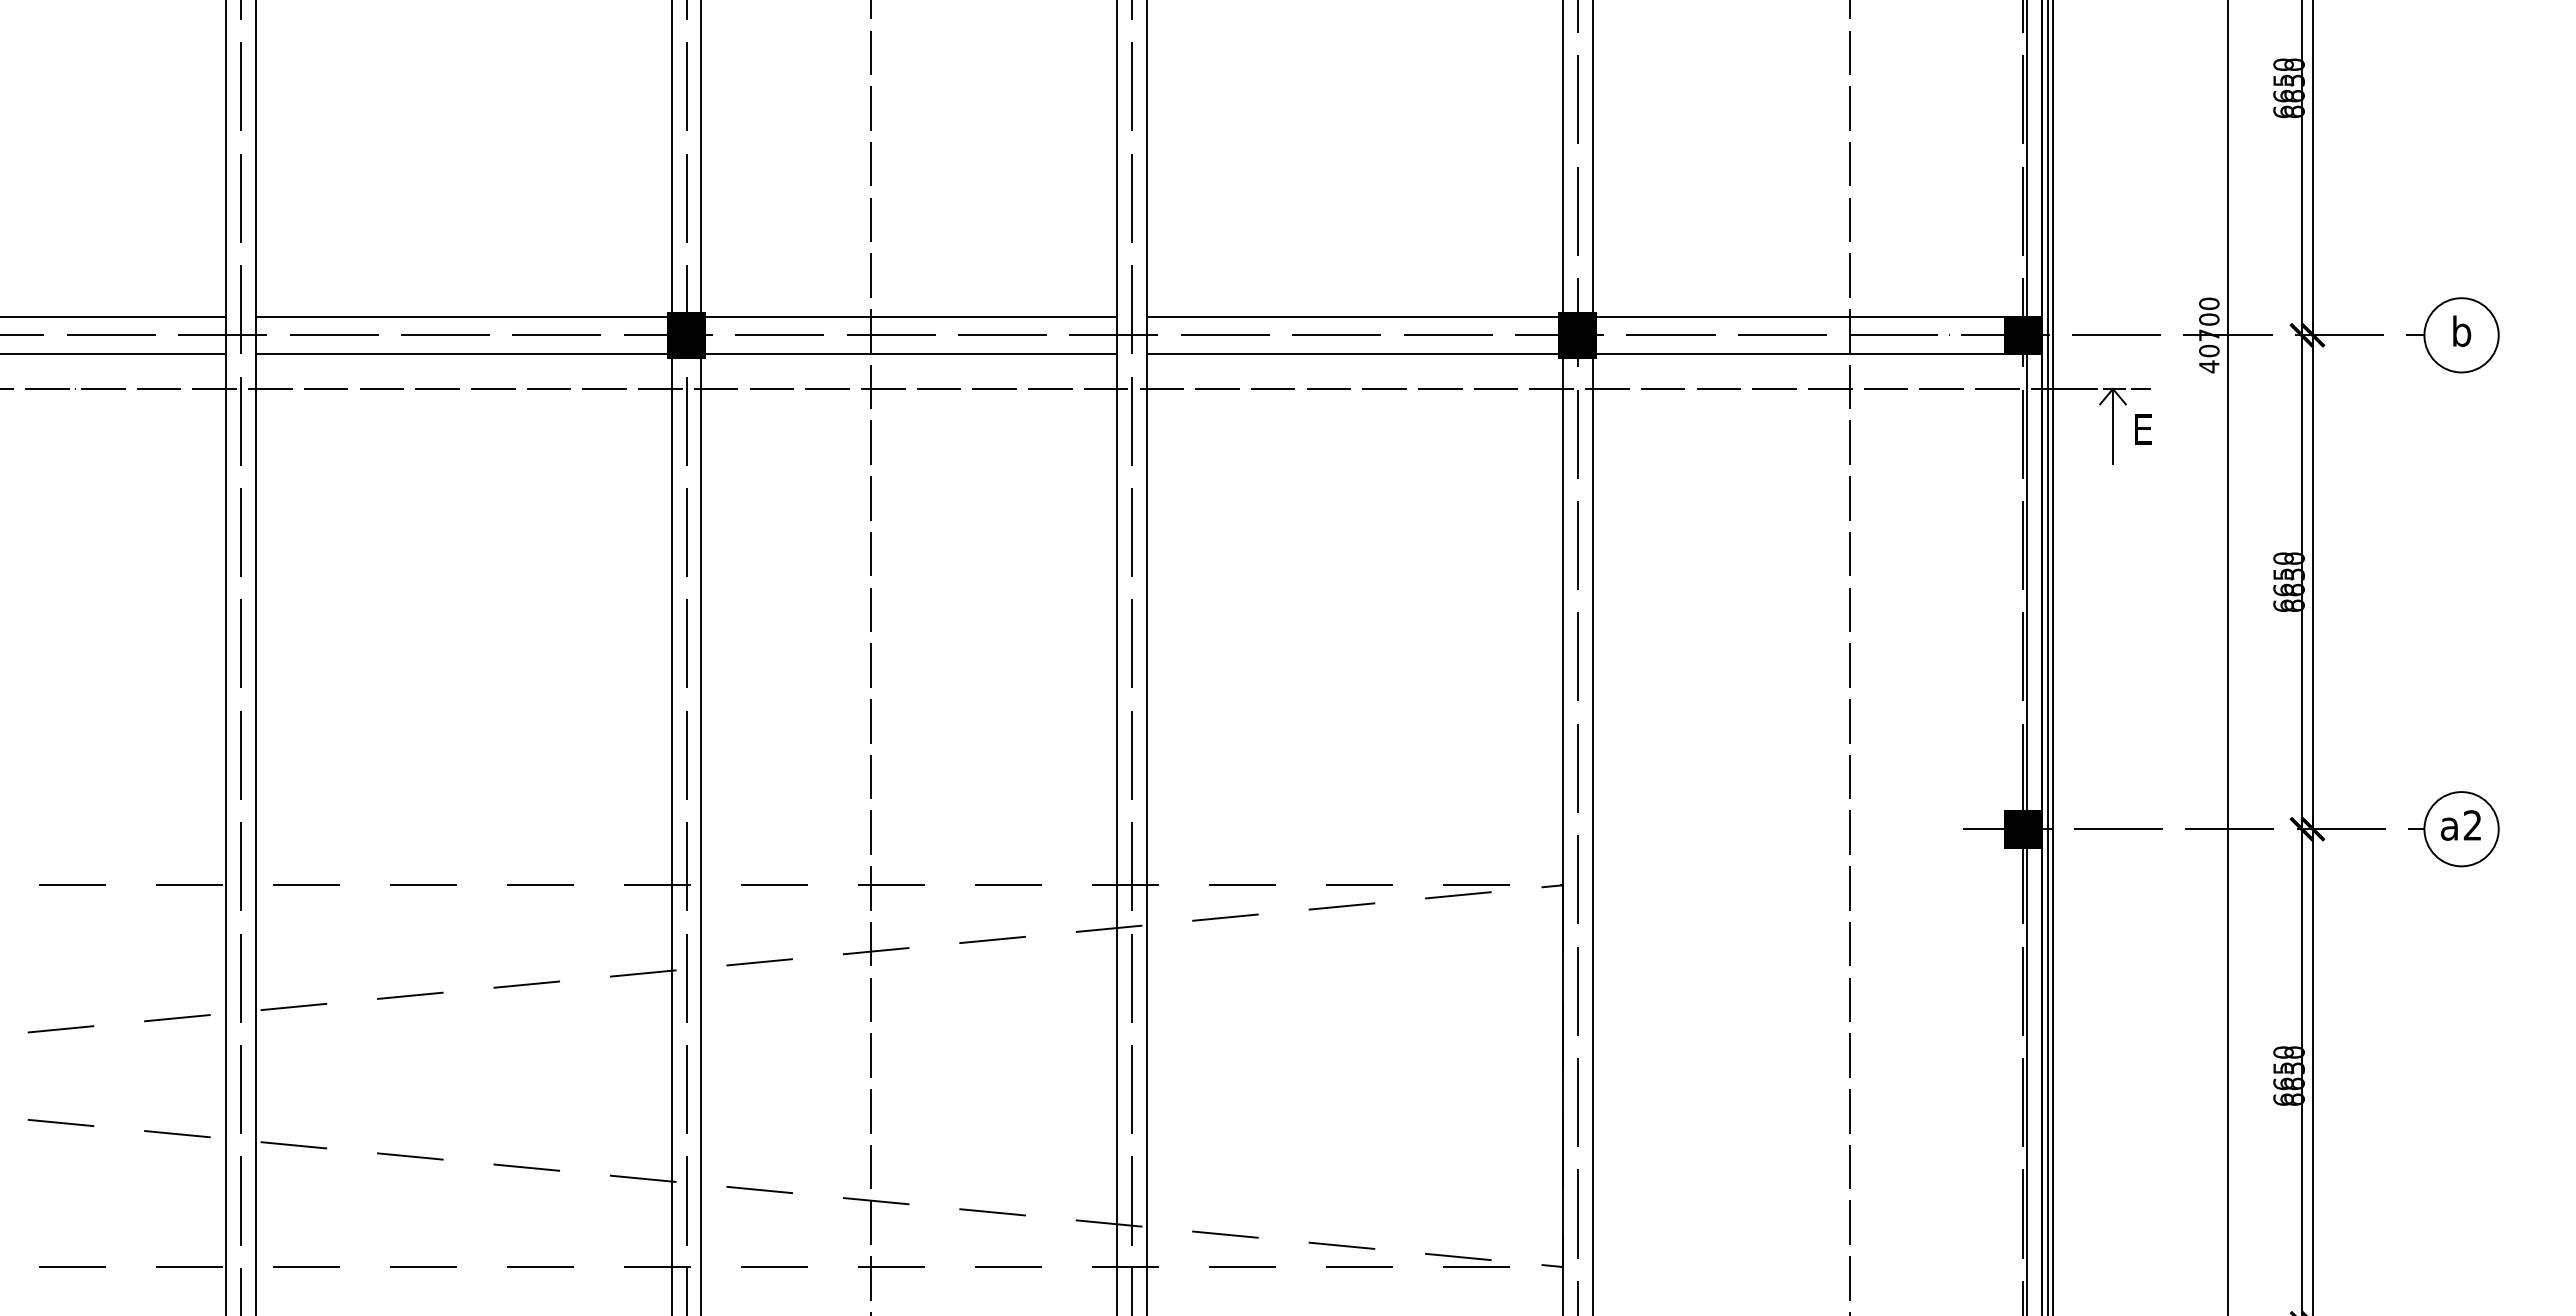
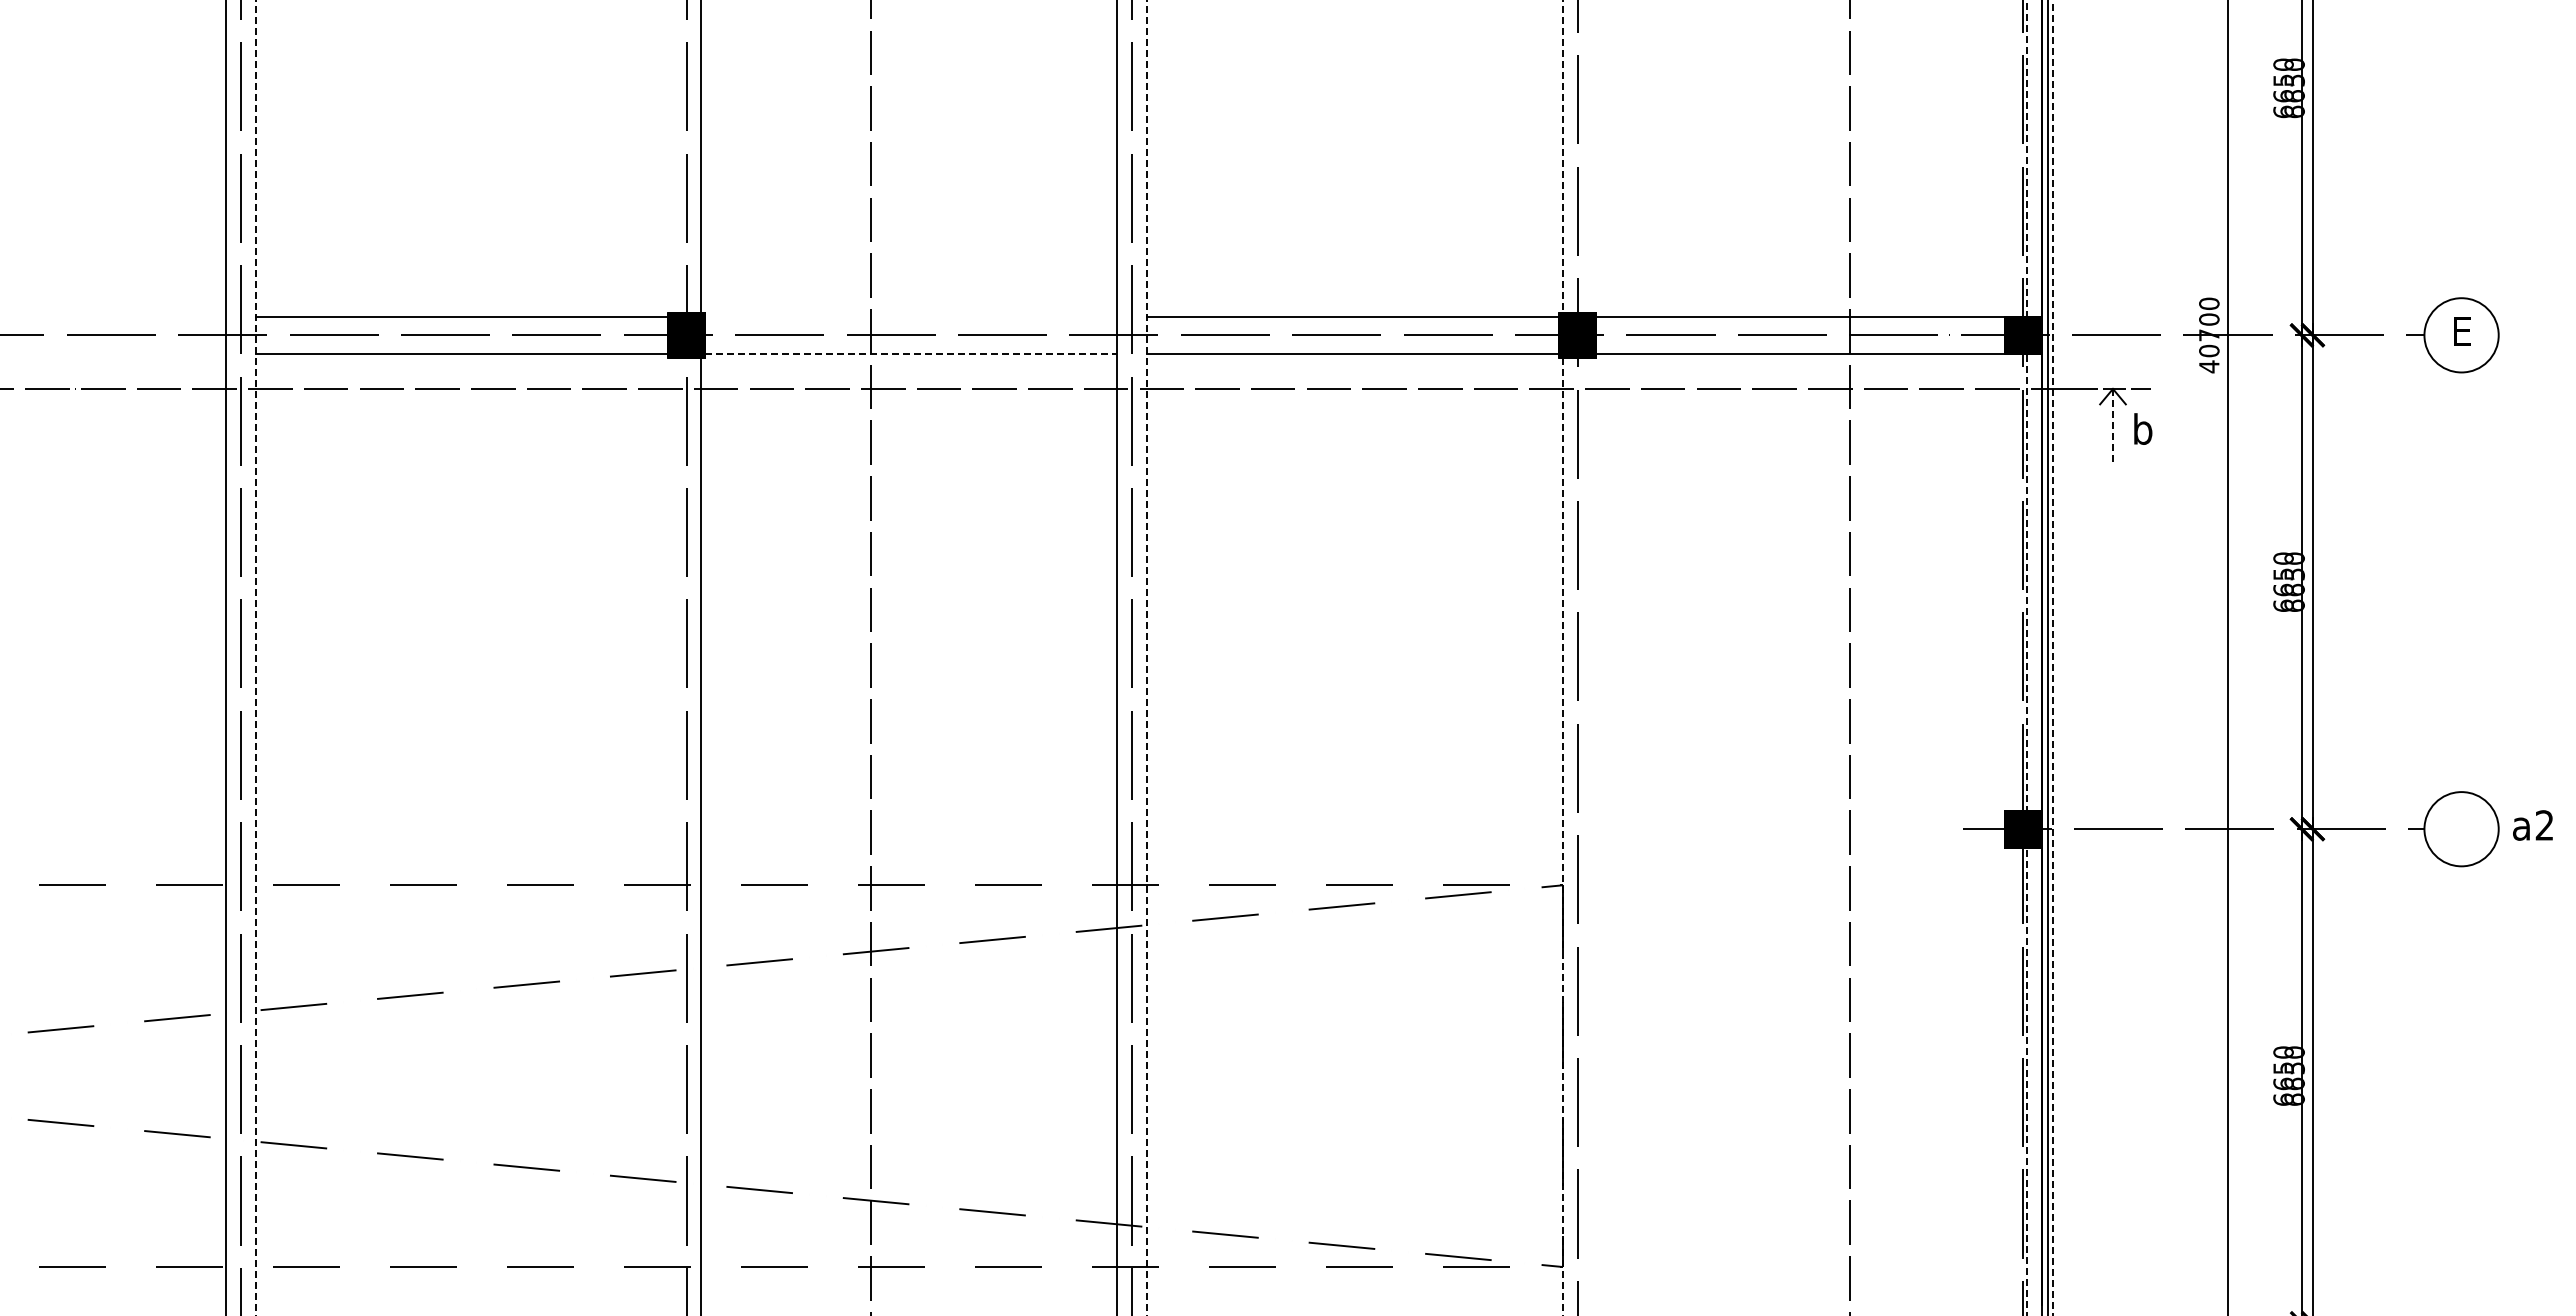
line at (114, 316): present -> none
line at (911, 316): present -> none
text at (2462, 330): b -> E
line at (114, 353): present -> none
line at (911, 353): solid -> dashed
line at (2112, 426): solid -> dashed
text at (2143, 428): E -> b
line at (255, 657): solid -> dashed
line at (671, 657): present -> none
line at (1147, 657): solid -> dashed
line at (1562, 657): solid -> dashed
line at (1592, 657): present -> none
line at (2027, 657): solid -> dashed
line at (2053, 658): solid -> dashed
text at (2460, 825) position: (2460, 825) -> (2532, 825)
